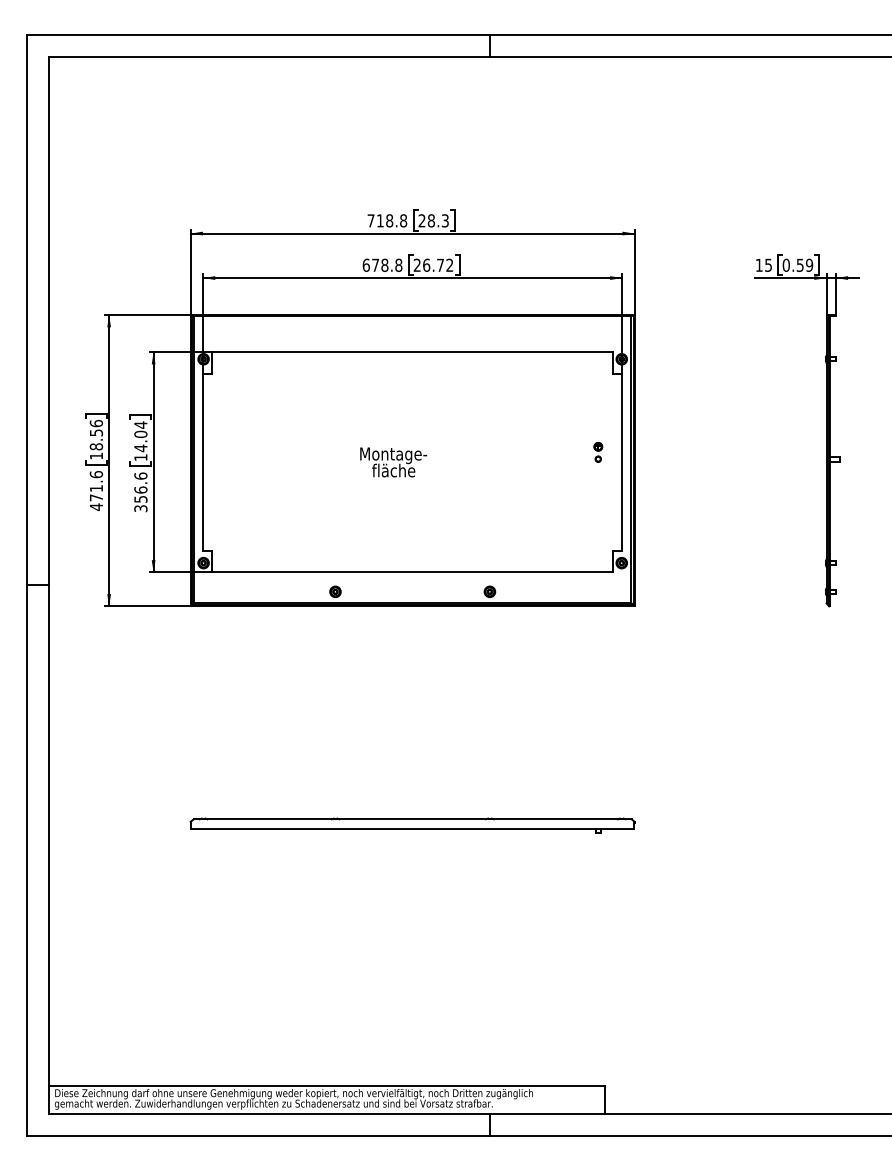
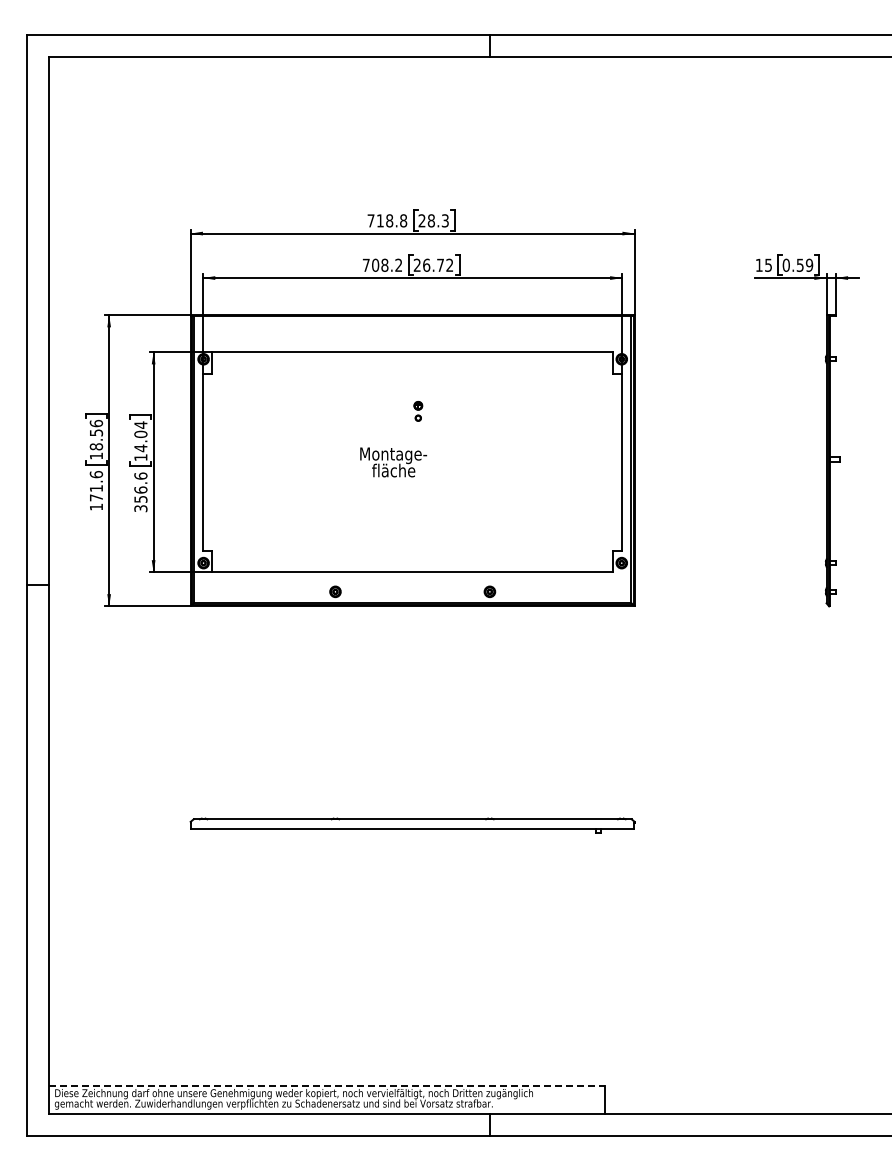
text at (382, 264): 678.8 -> 708.2
part at (598, 452) position: (598, 452) -> (418, 411)
text at (96, 506): 471.6 -> 171.6
line at (326, 1085): solid -> dashed
